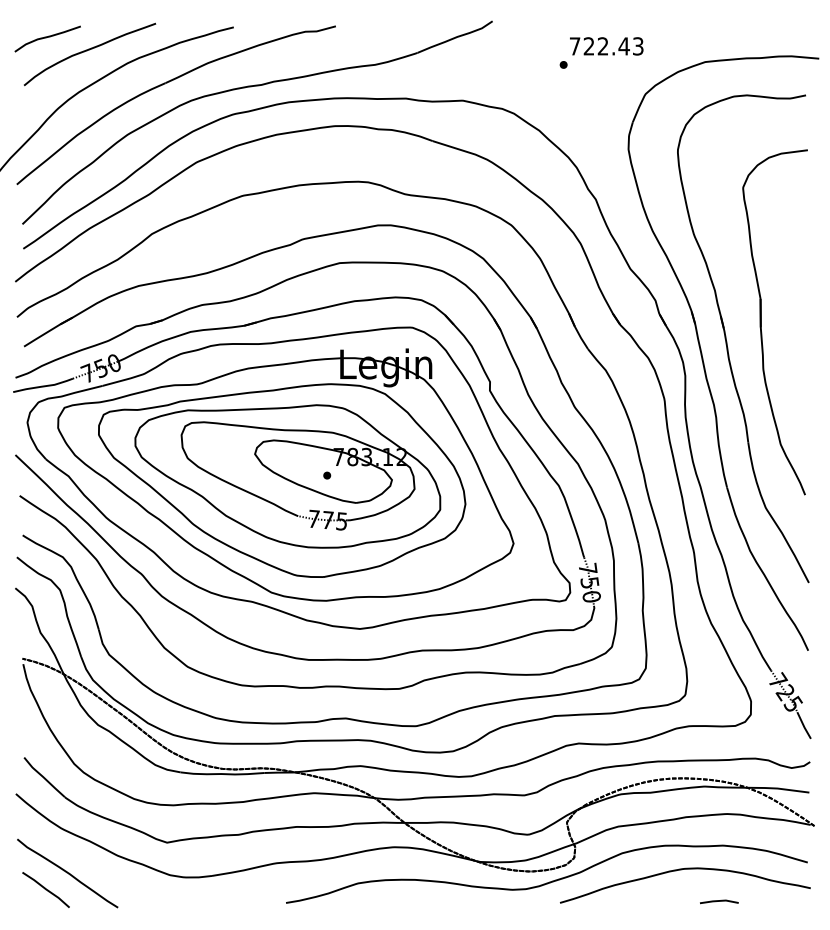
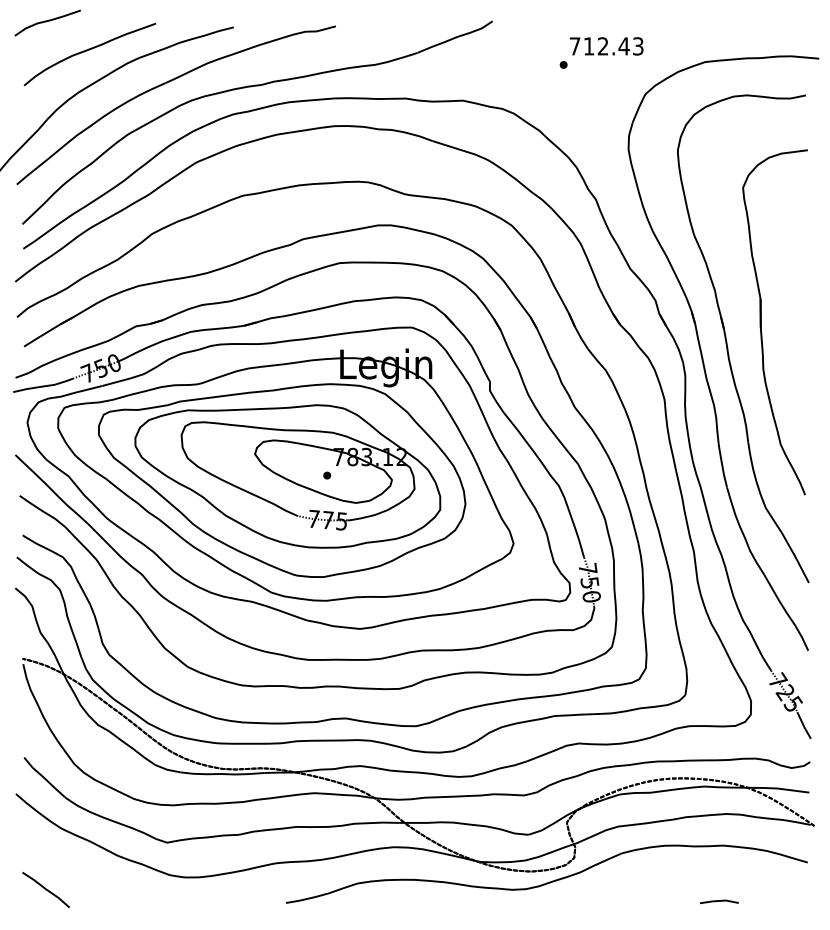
curve at (47, 37) position: (47, 37) -> (47, 21)
text at (588, 46): 722.43 -> 712.43
curve at (681, 870): present -> none
curve at (67, 873): present -> none
